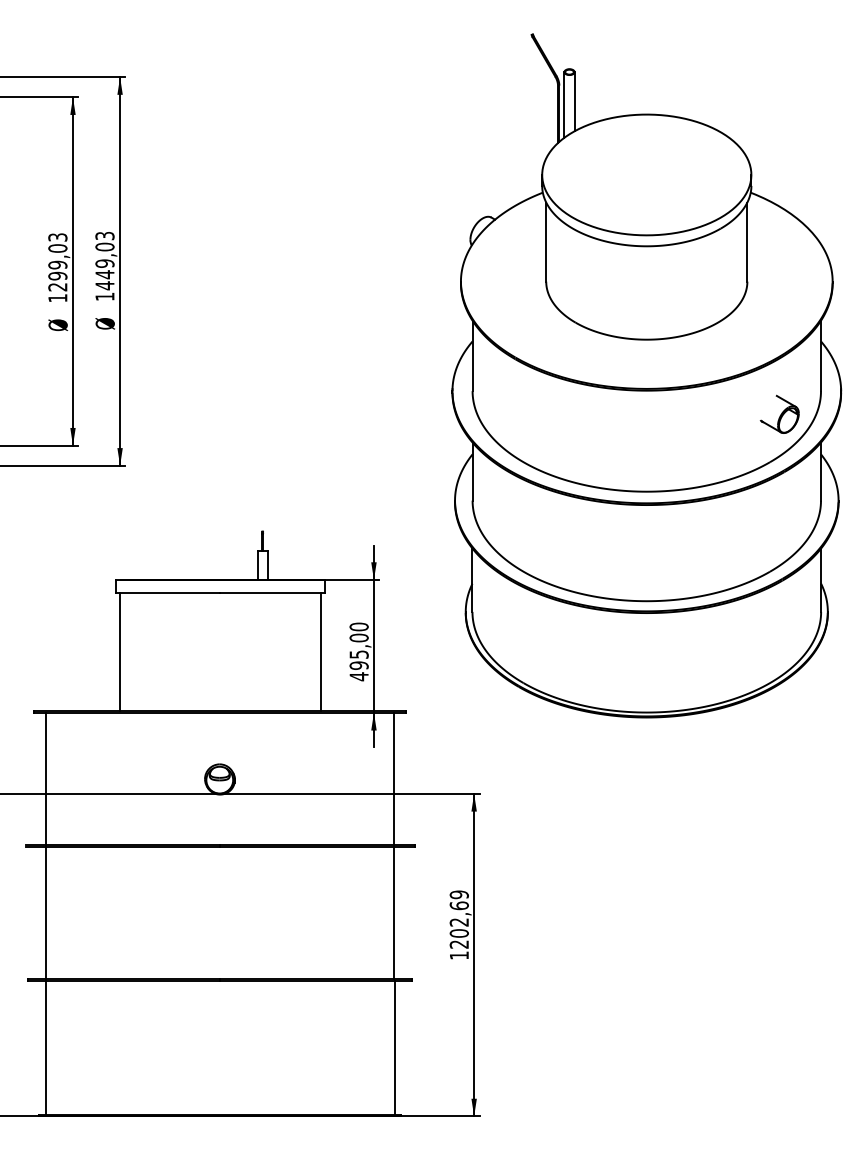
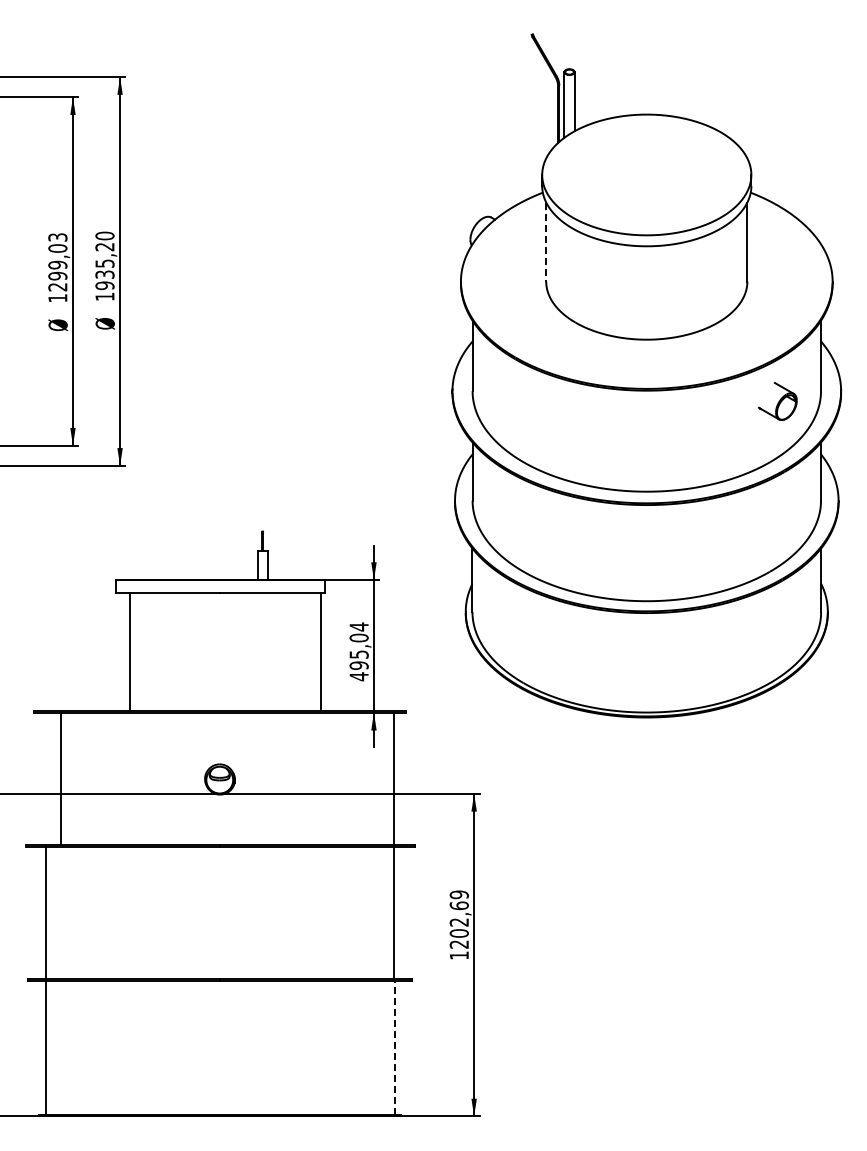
line at (546, 242): solid -> dashed
text at (104, 260): 1449,03 -> 1935,20
part at (779, 413) position: (779, 413) -> (777, 400)
text at (358, 626): 495,00 -> 495,04
line at (119, 651) position: (119, 651) -> (129, 651)
line at (45, 778) position: (45, 778) -> (60, 778)
line at (394, 1047): solid -> dashed
